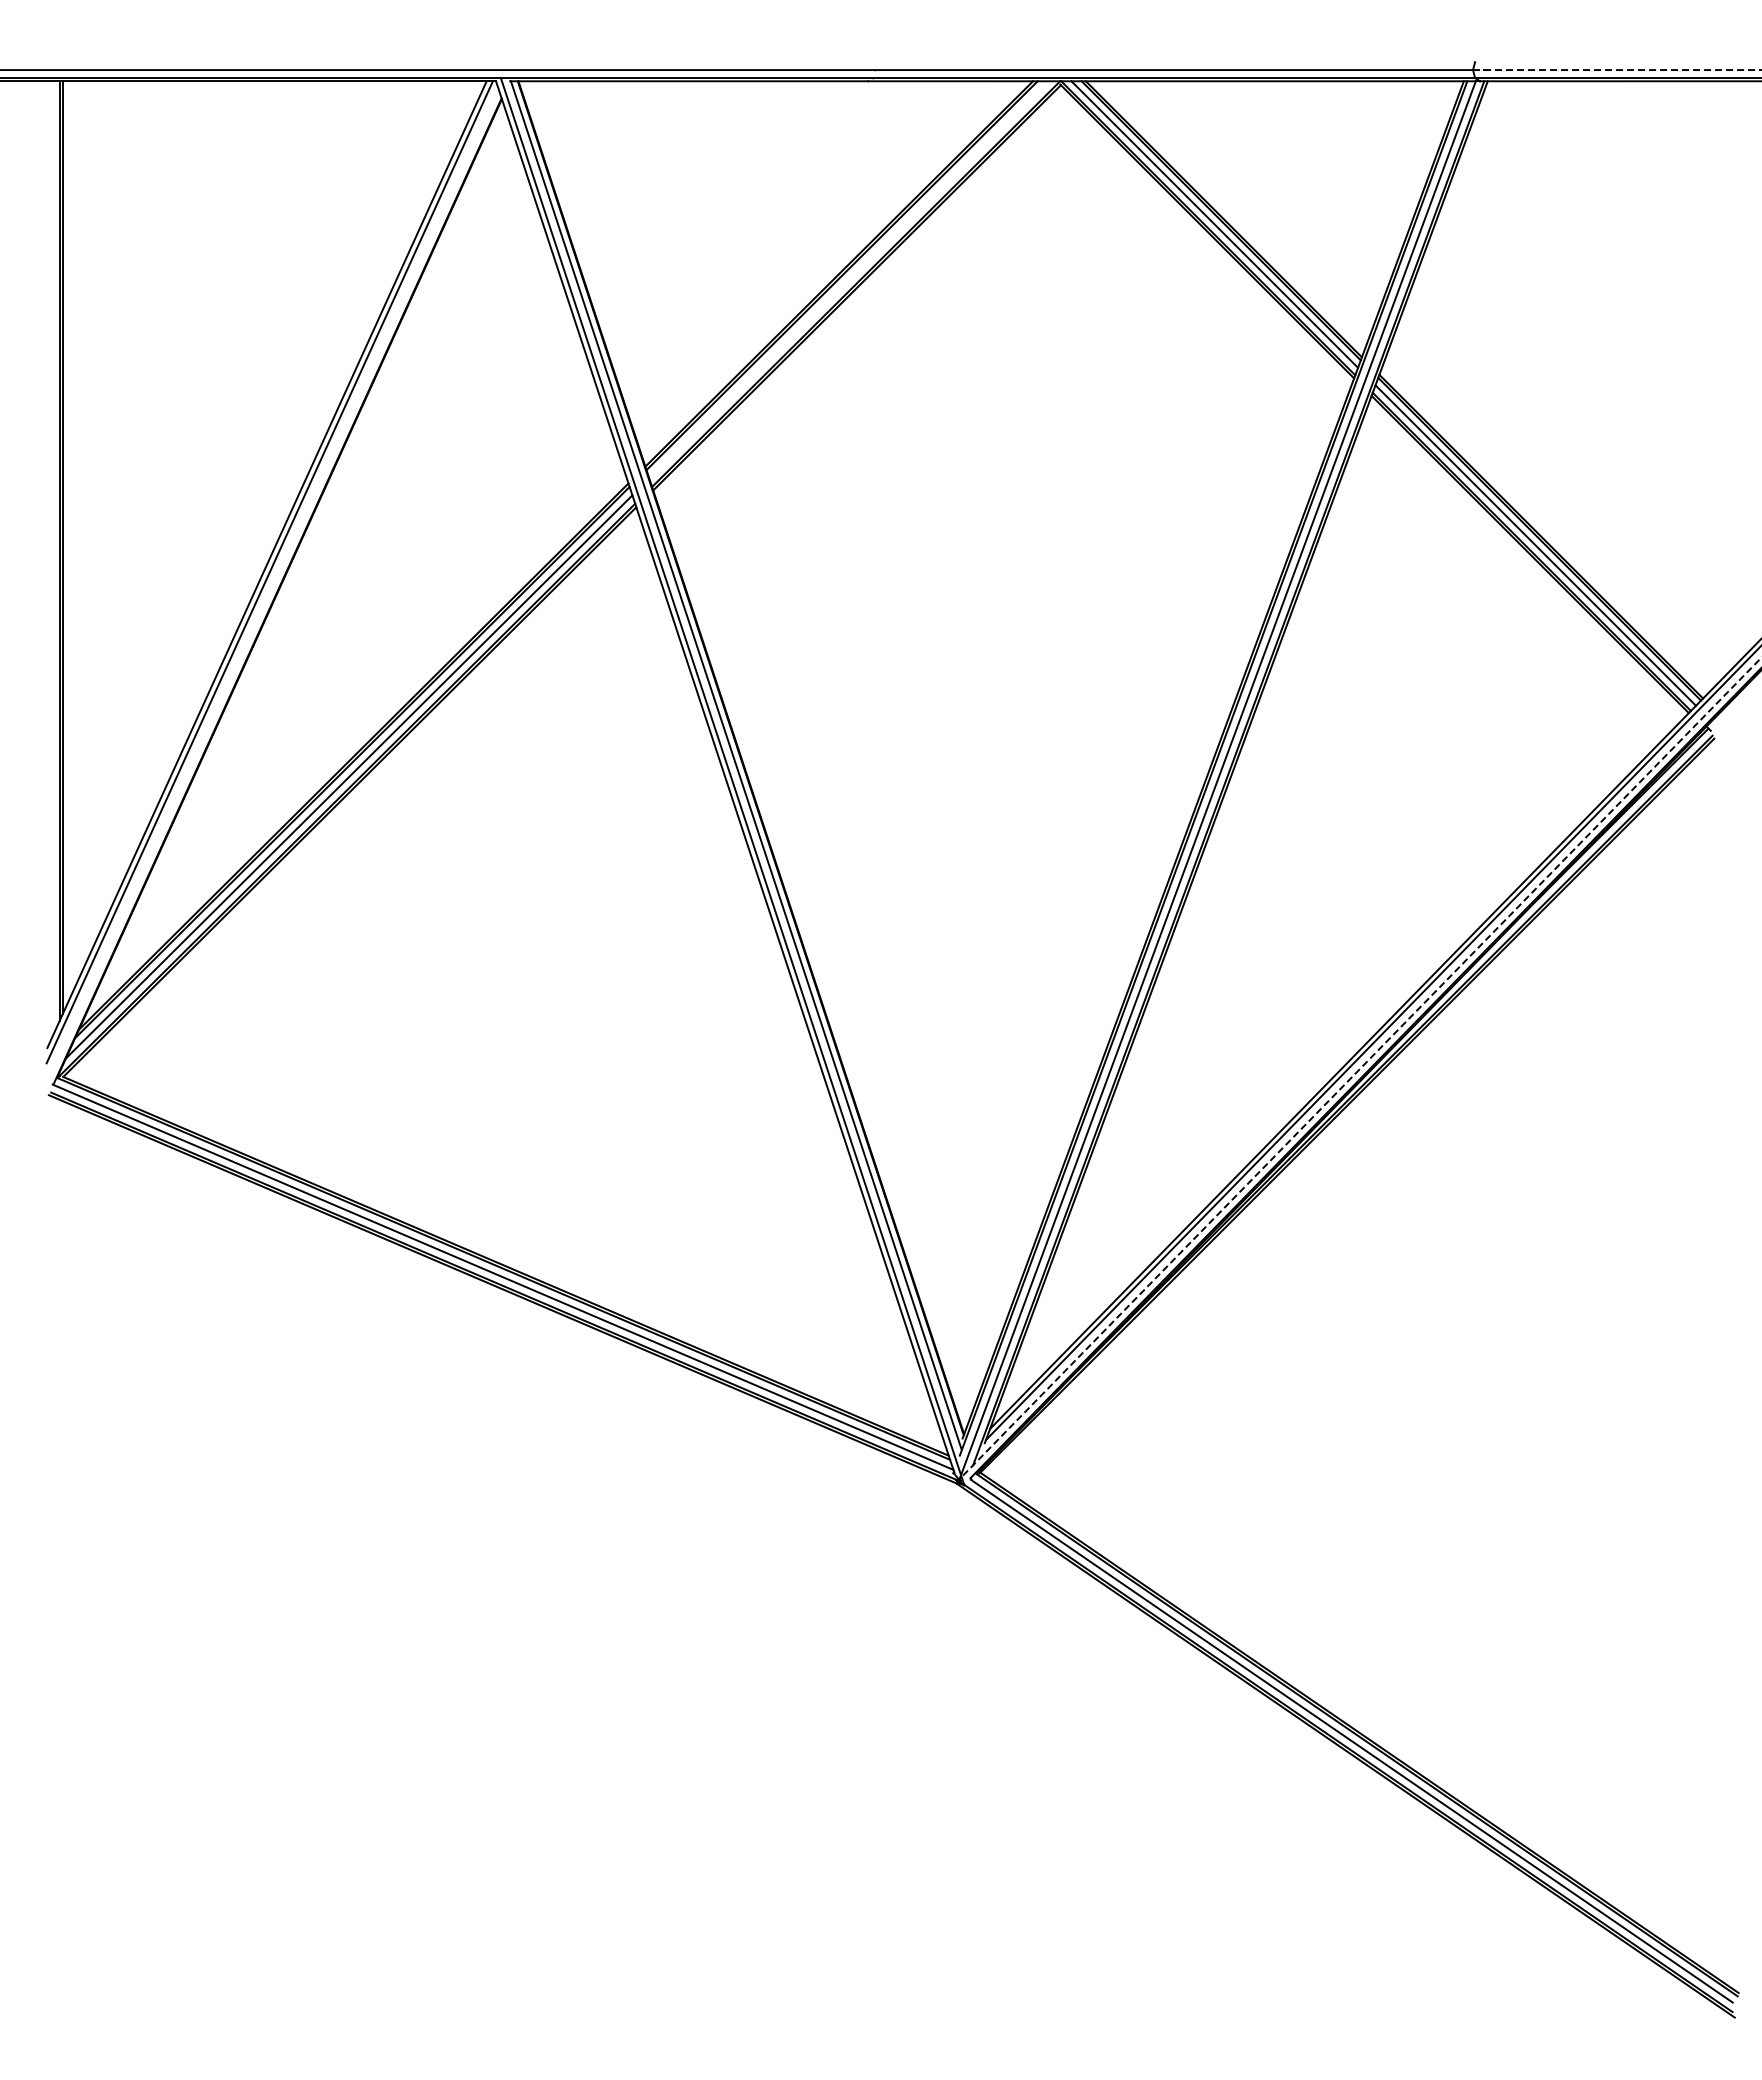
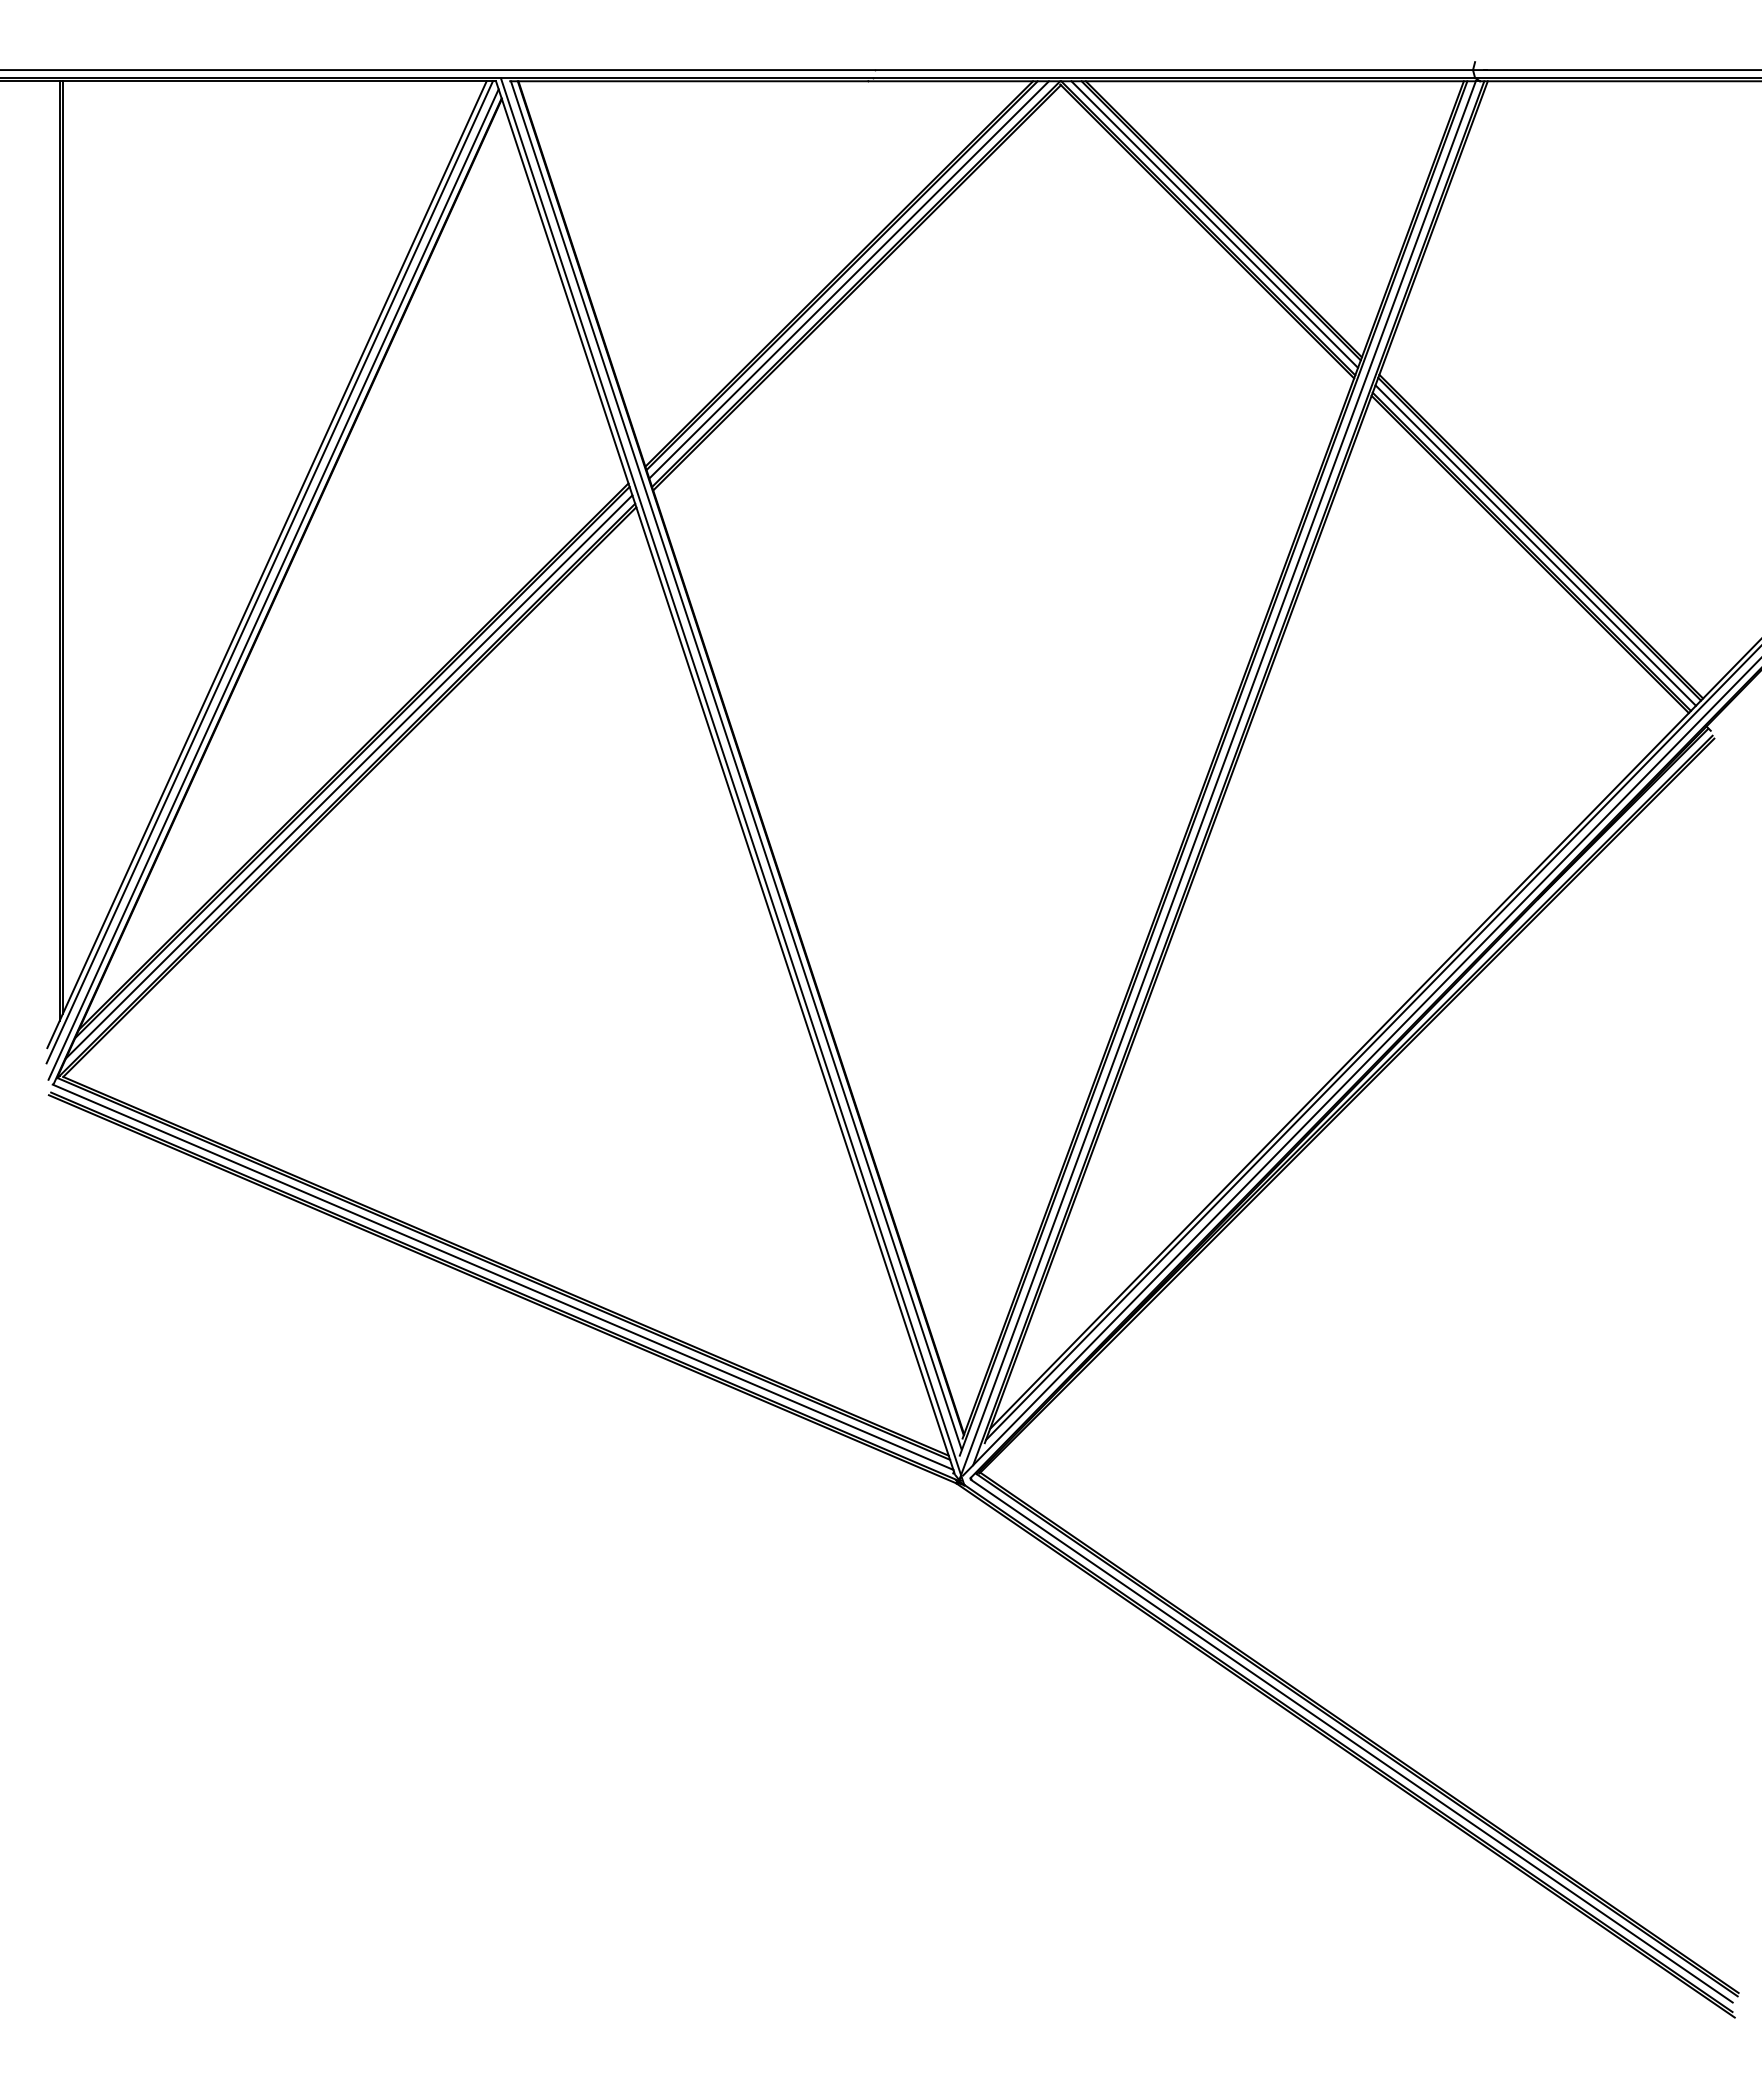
line at (1617, 70): dashed -> solid
line at (848, 279): none -> present
line at (273, 584): none -> present
line at (1362, 1066): dashed -> solid
